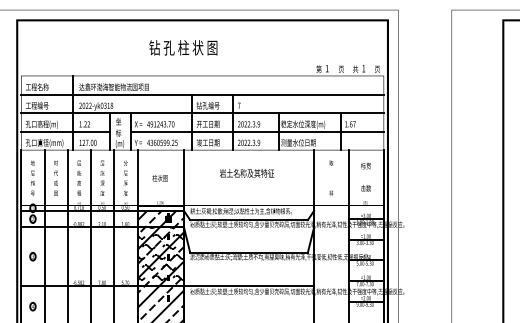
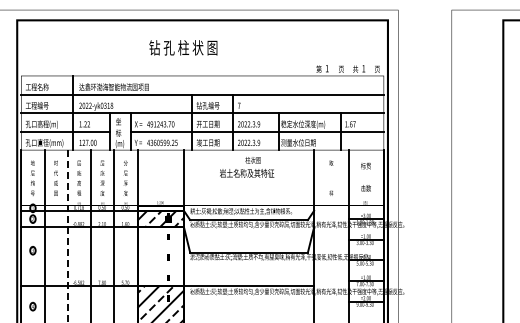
text at (159, 178) position: (159, 178) -> (252, 160)
line at (67, 237): solid -> dashed
part at (32, 256) position: (32, 256) -> (32, 250)
hatch at (160, 256): present -> none
